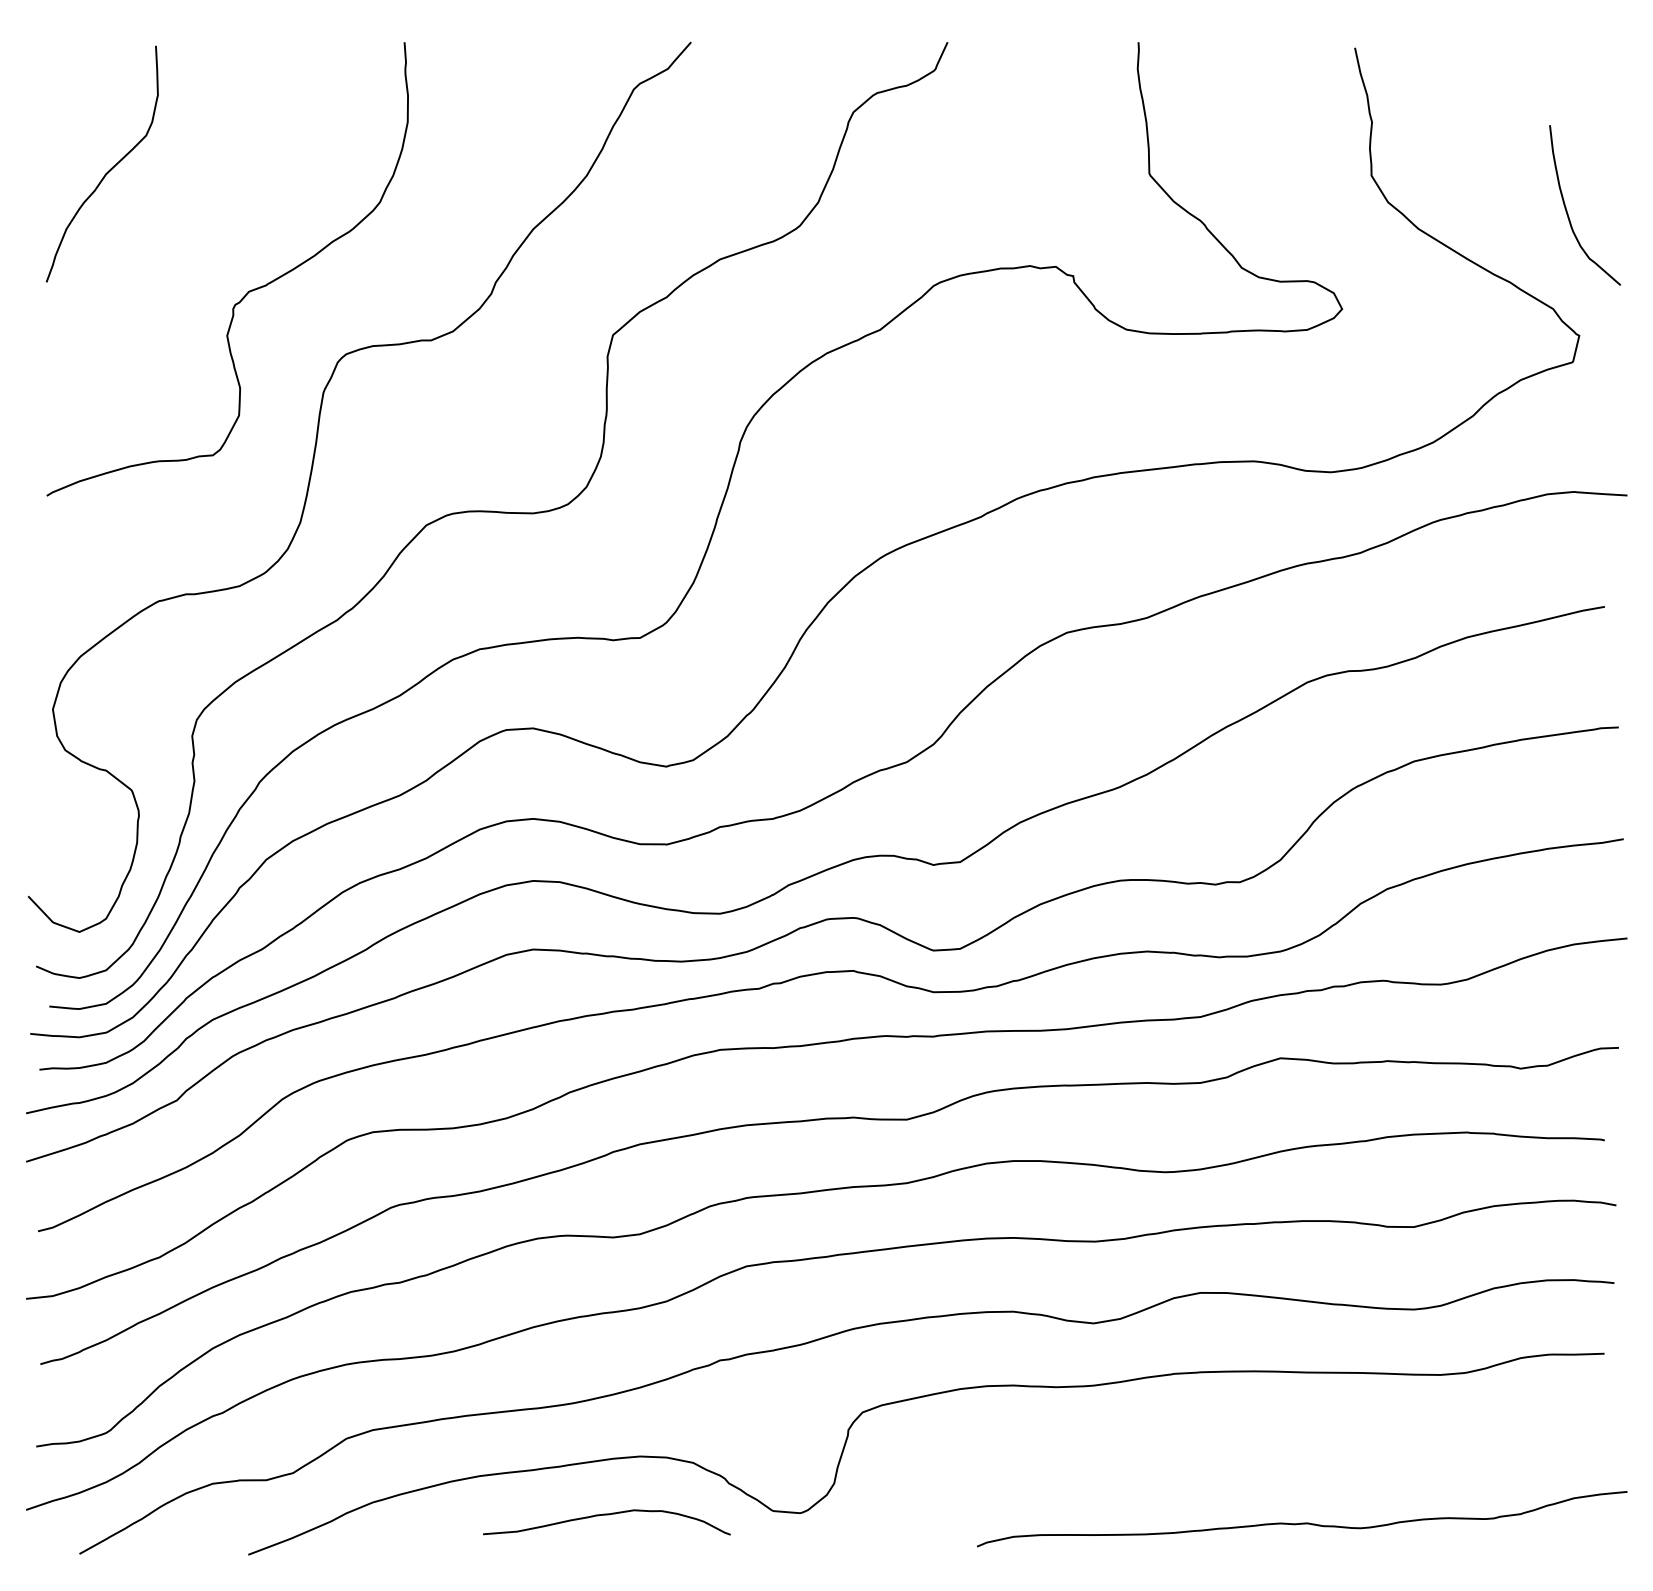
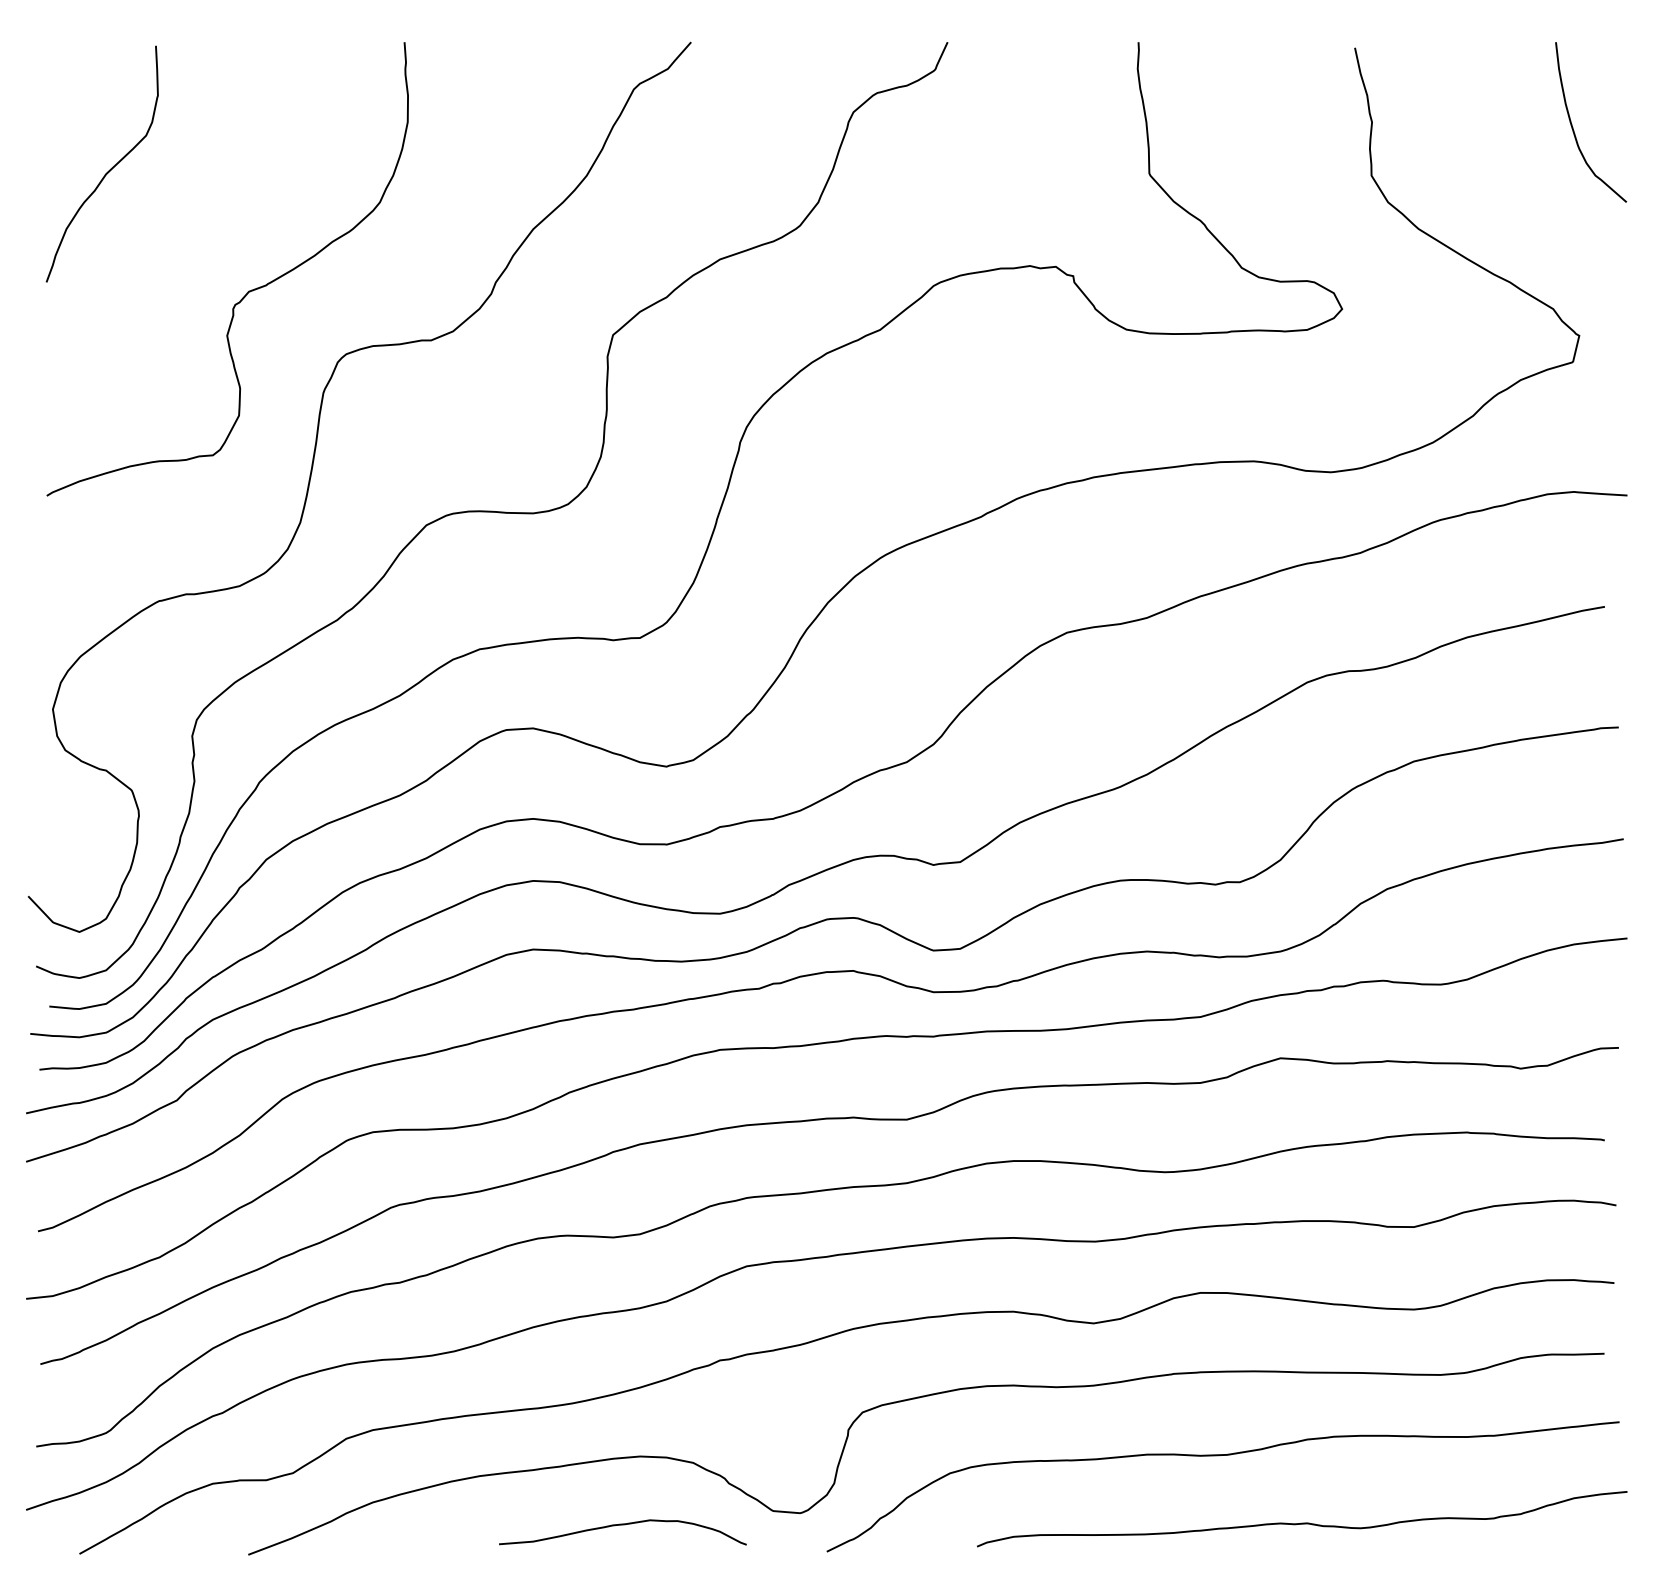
curve at (1567, 210) position: (1567, 210) -> (1573, 127)
curve at (1219, 1456): none -> present
curve at (606, 1515) position: (606, 1515) -> (622, 1525)
